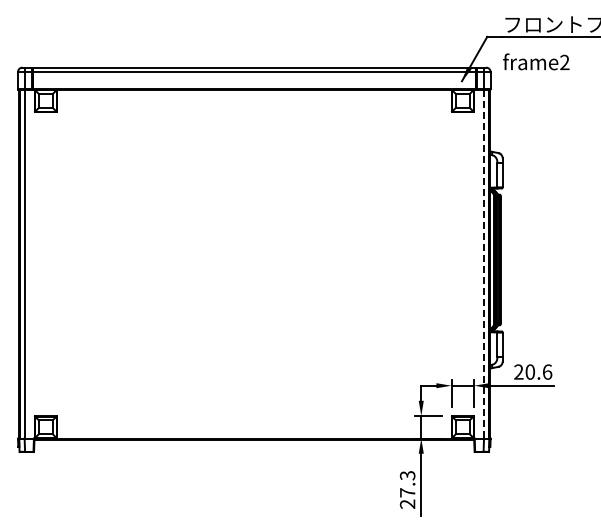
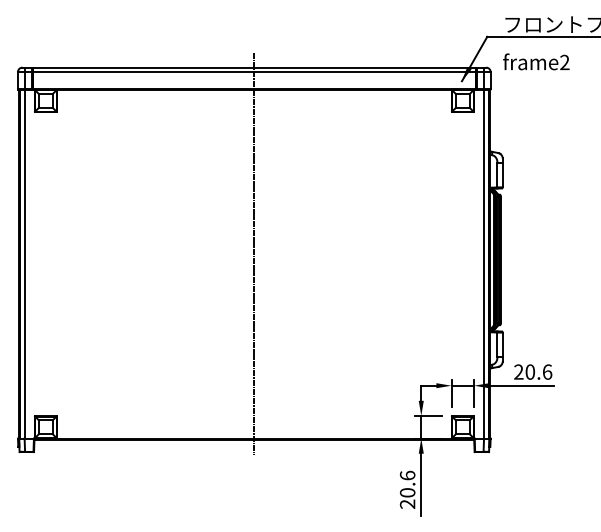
line at (254, 253): none -> present
line at (483, 264): dashed -> solid
text at (407, 483): 27.3 -> 20.6
